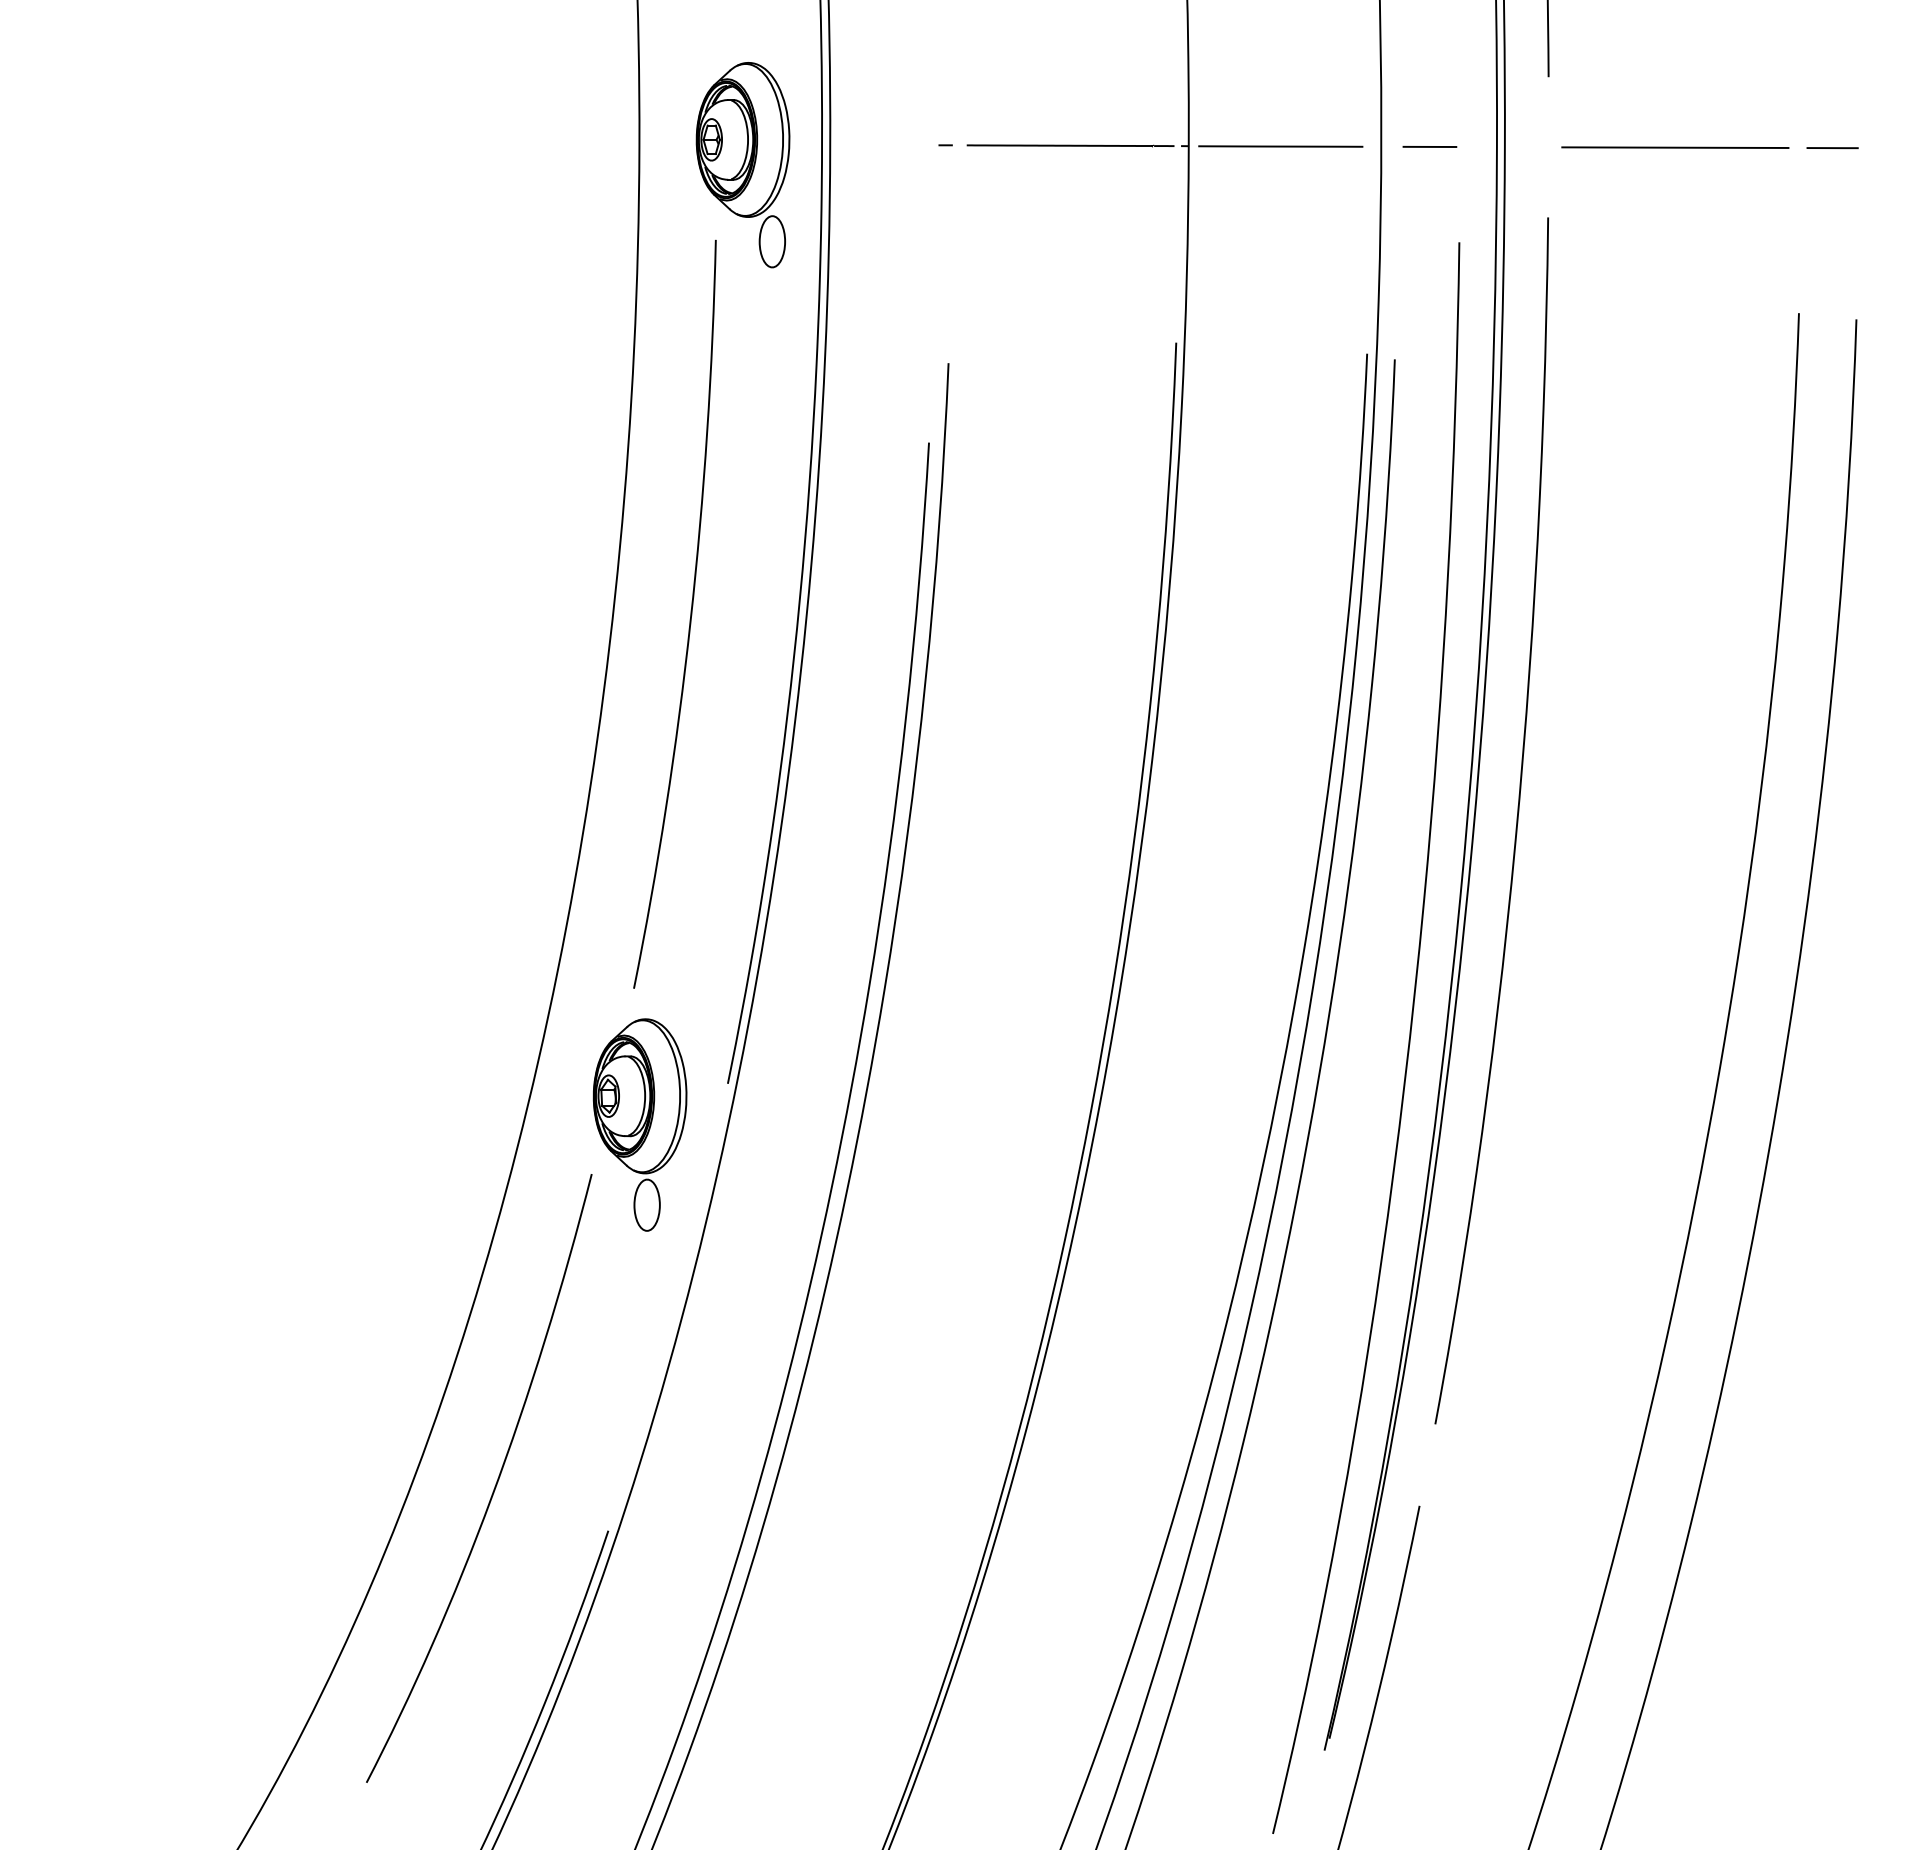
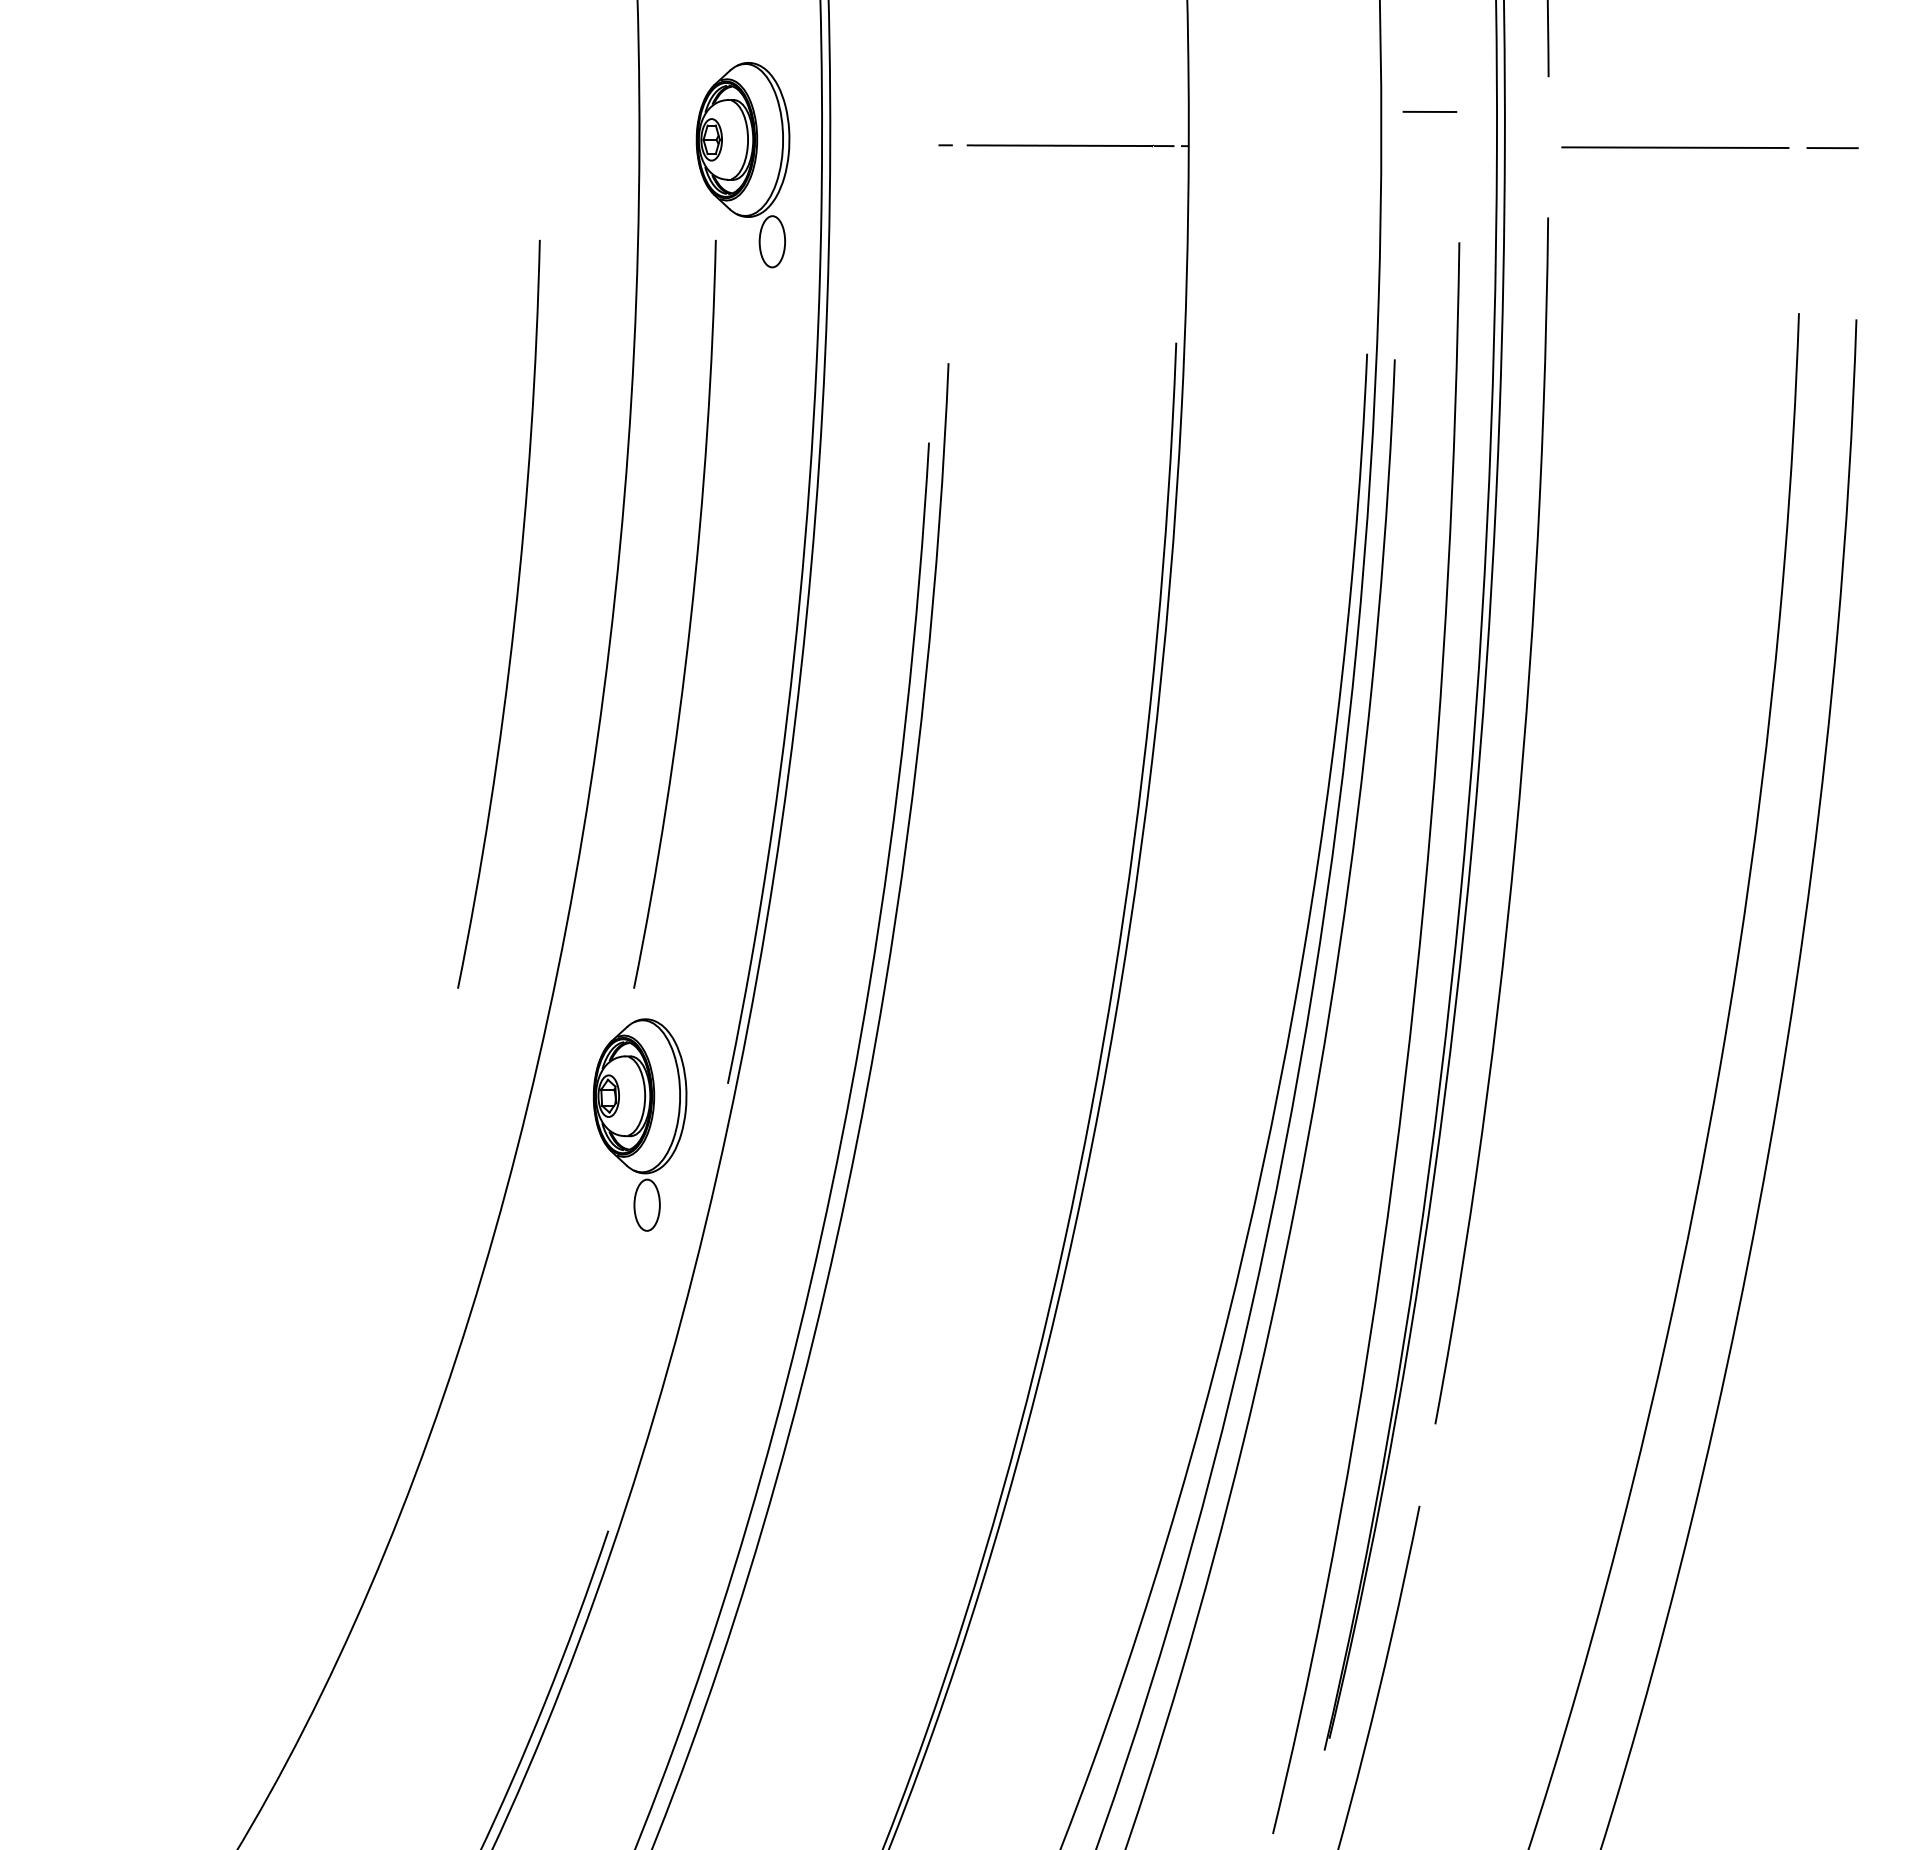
line at (1280, 146): present -> none
line at (1429, 146) position: (1429, 146) -> (1429, 111)
curve at (514, 613): none -> present
curve at (495, 1483): present -> none
